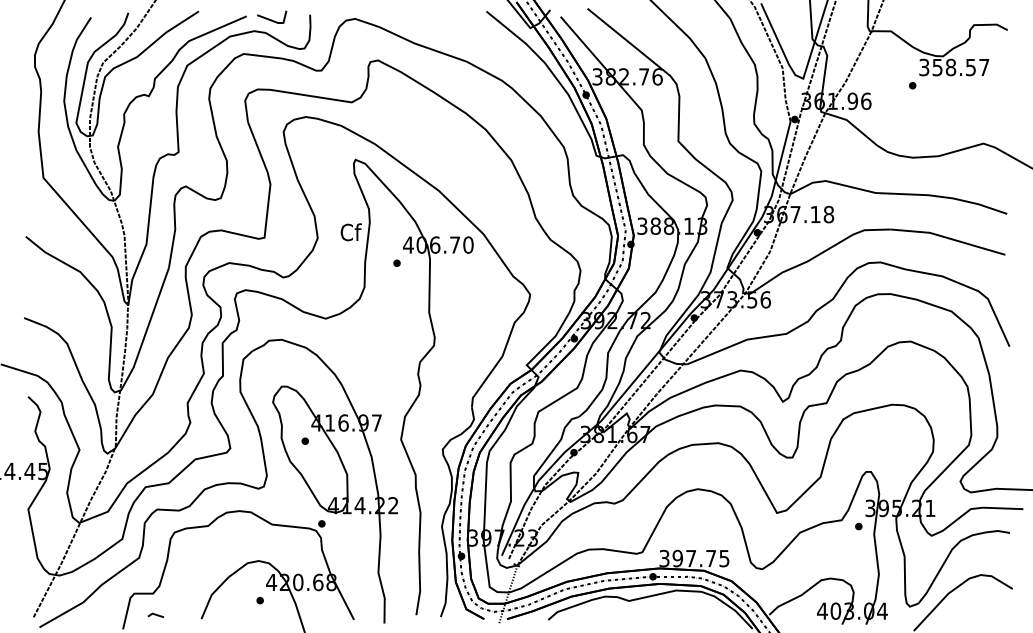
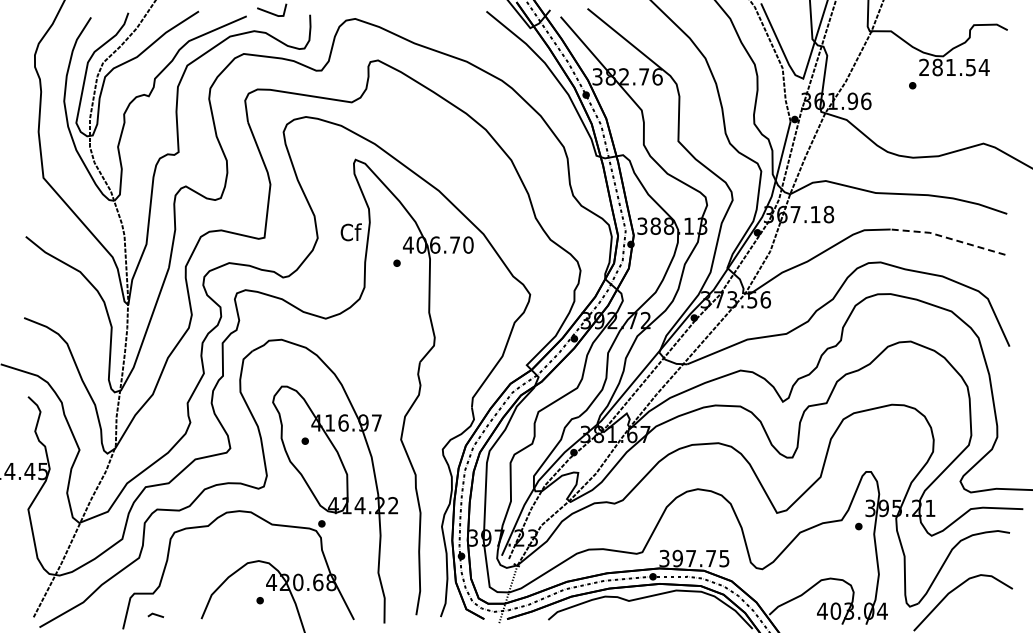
line at (272, 19) position: (272, 19) -> (272, 12)
text at (954, 67): 358.57 -> 281.54
line at (948, 238): solid -> dashed
